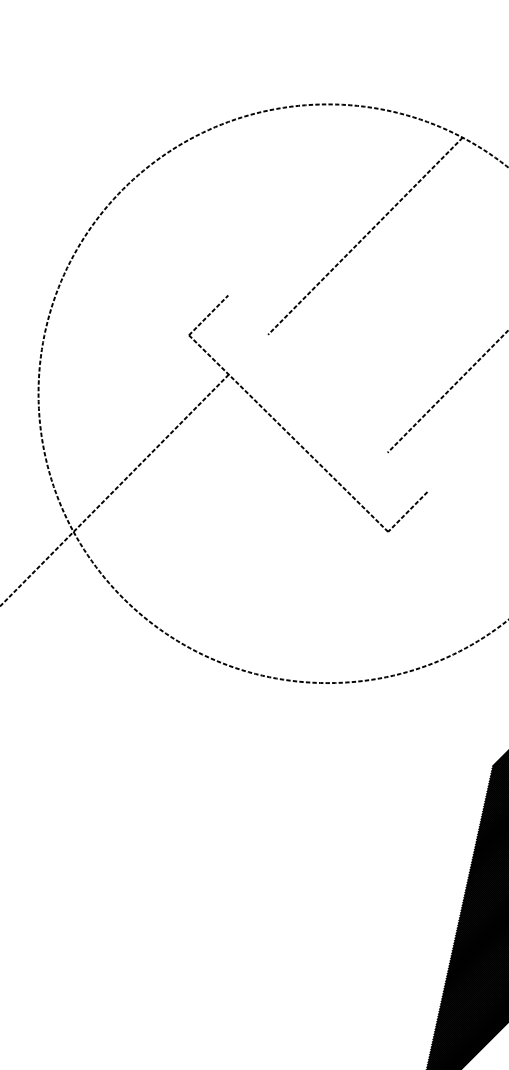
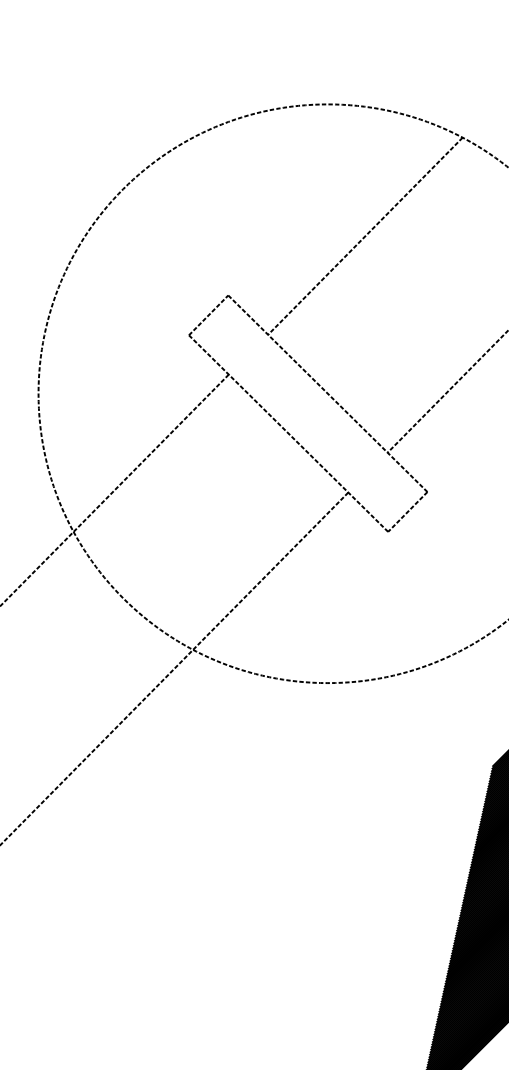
line at (327, 393): none -> present
line at (175, 667): none -> present
